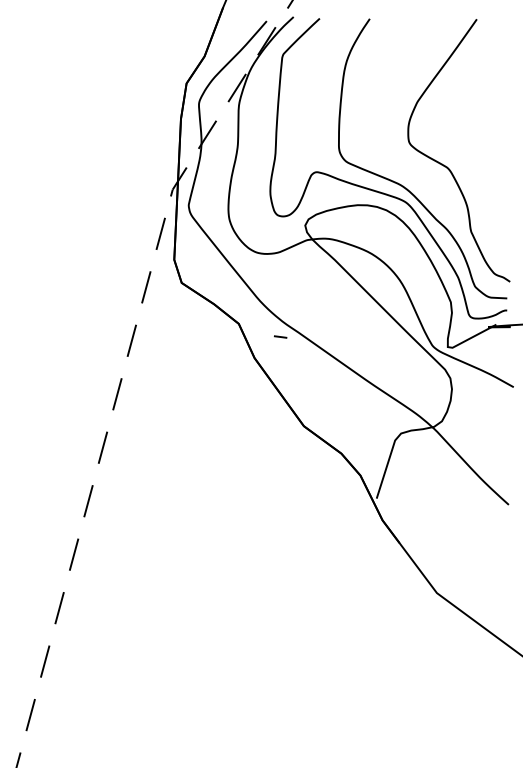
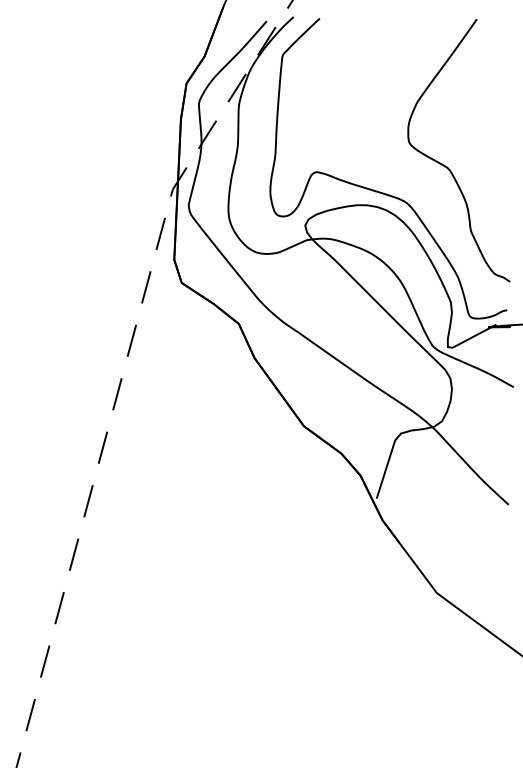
curve at (403, 185): present -> none
line at (280, 336): present -> none
